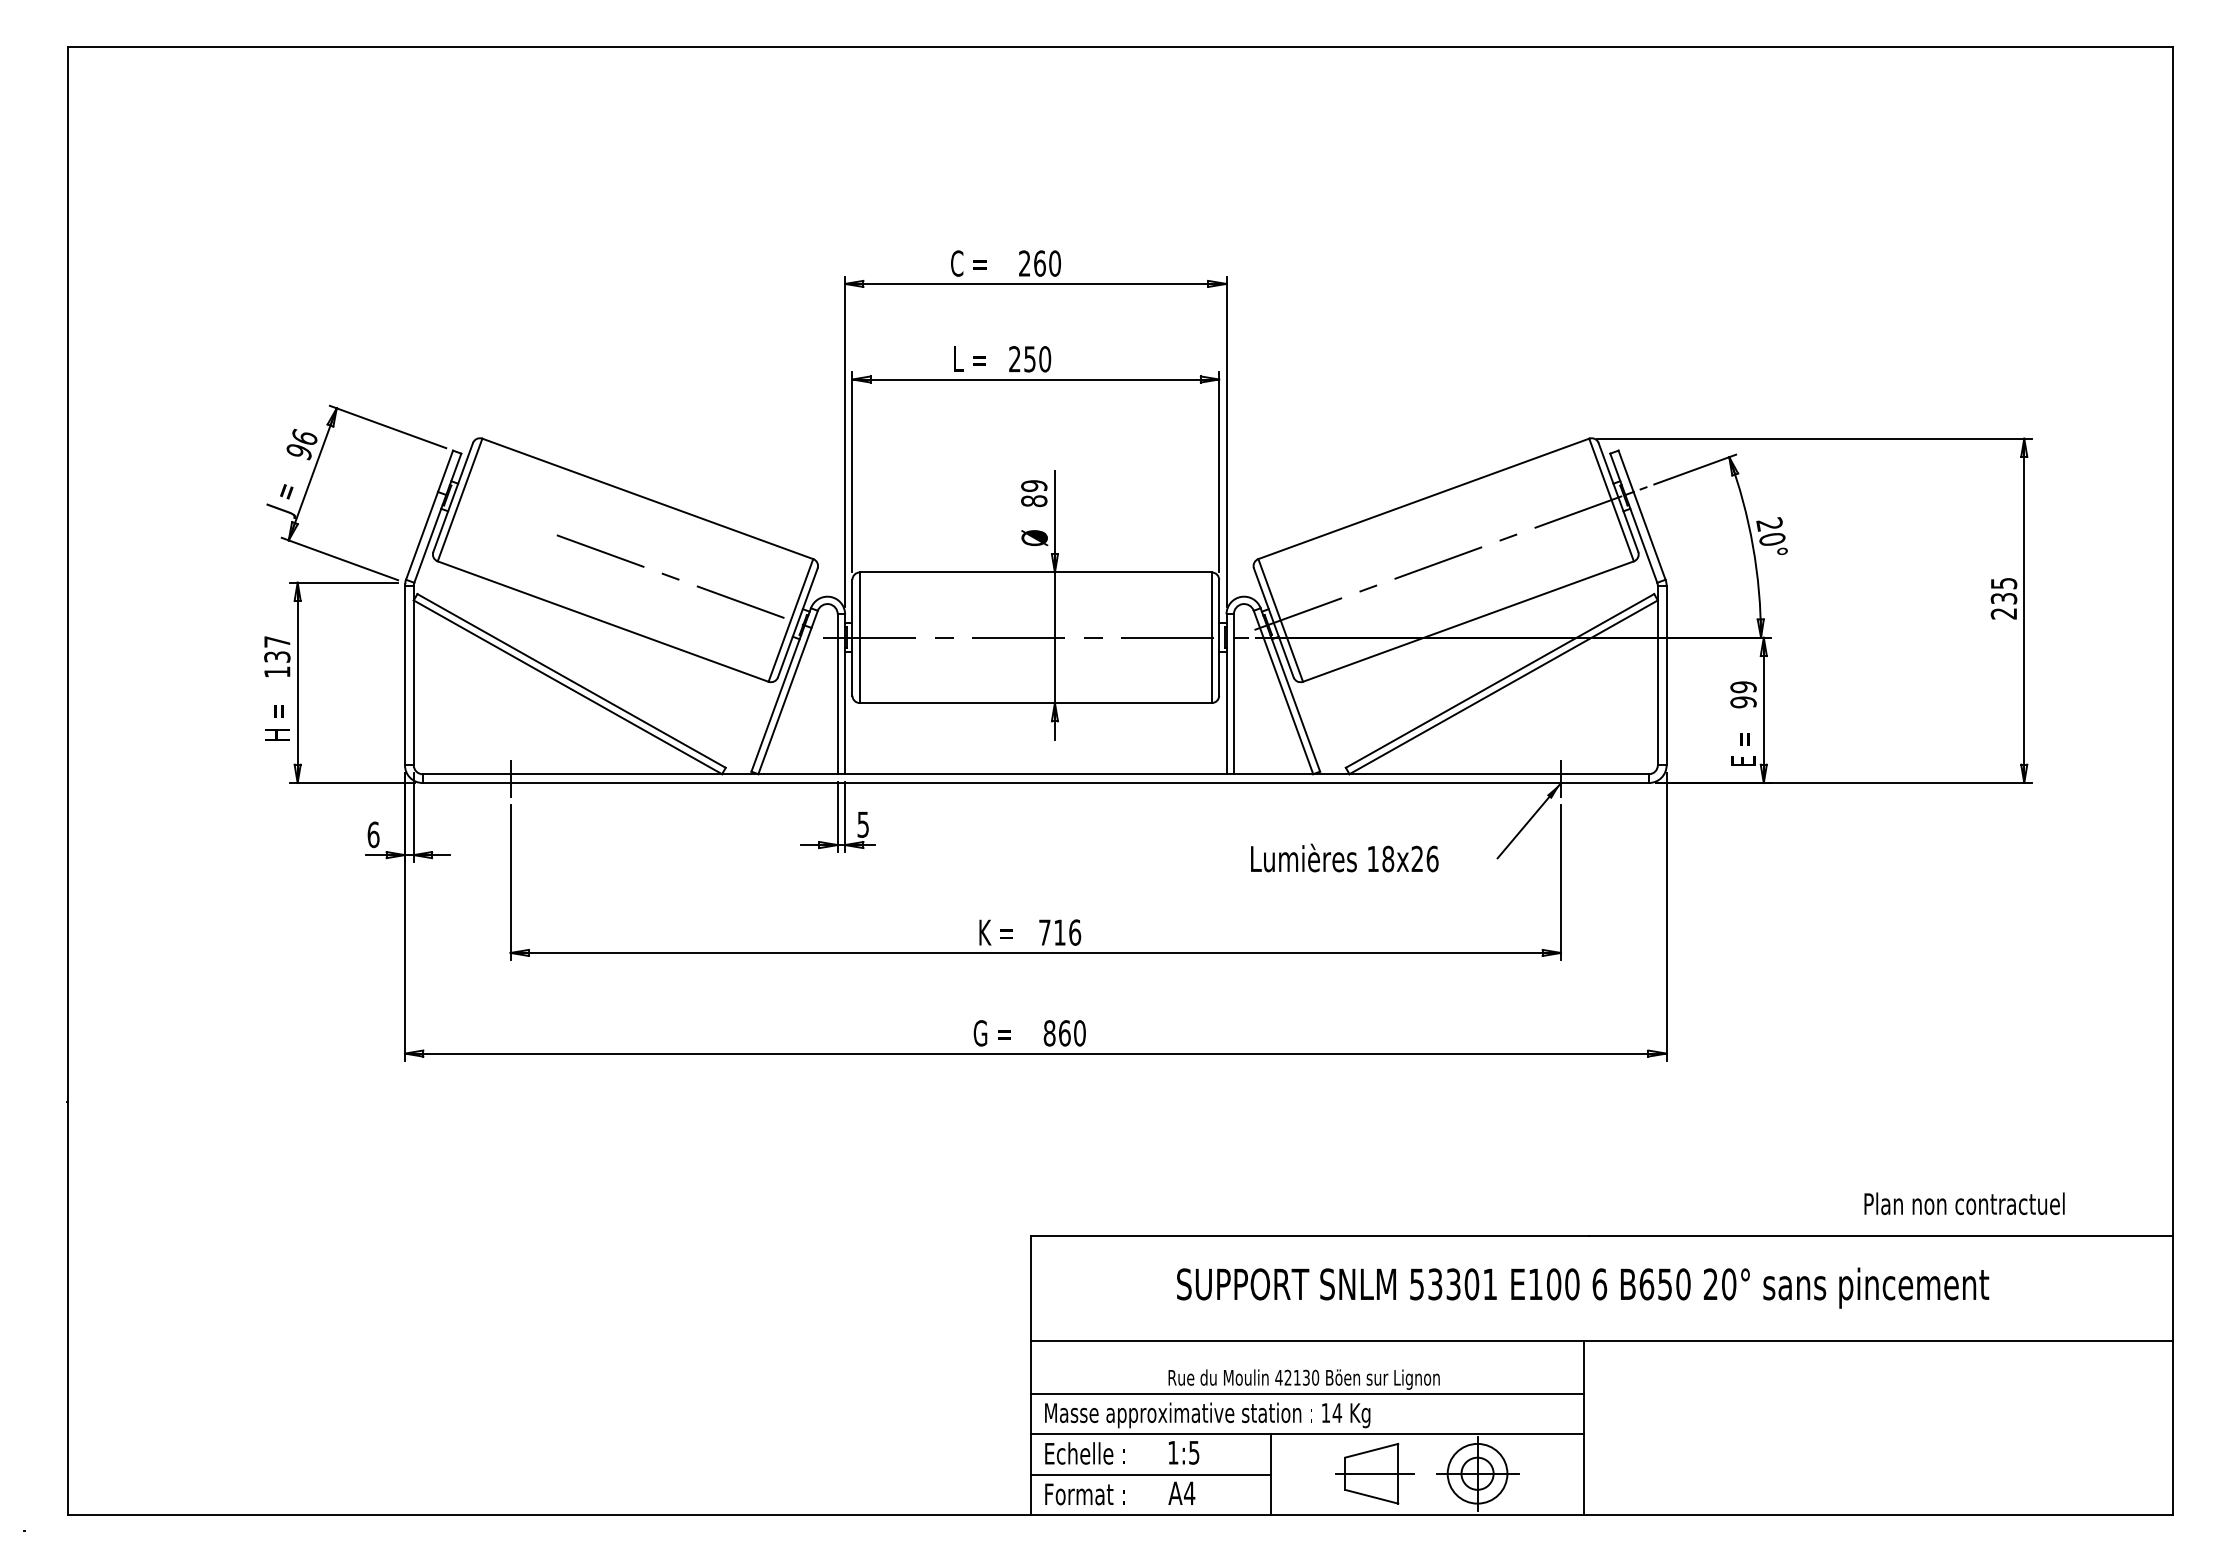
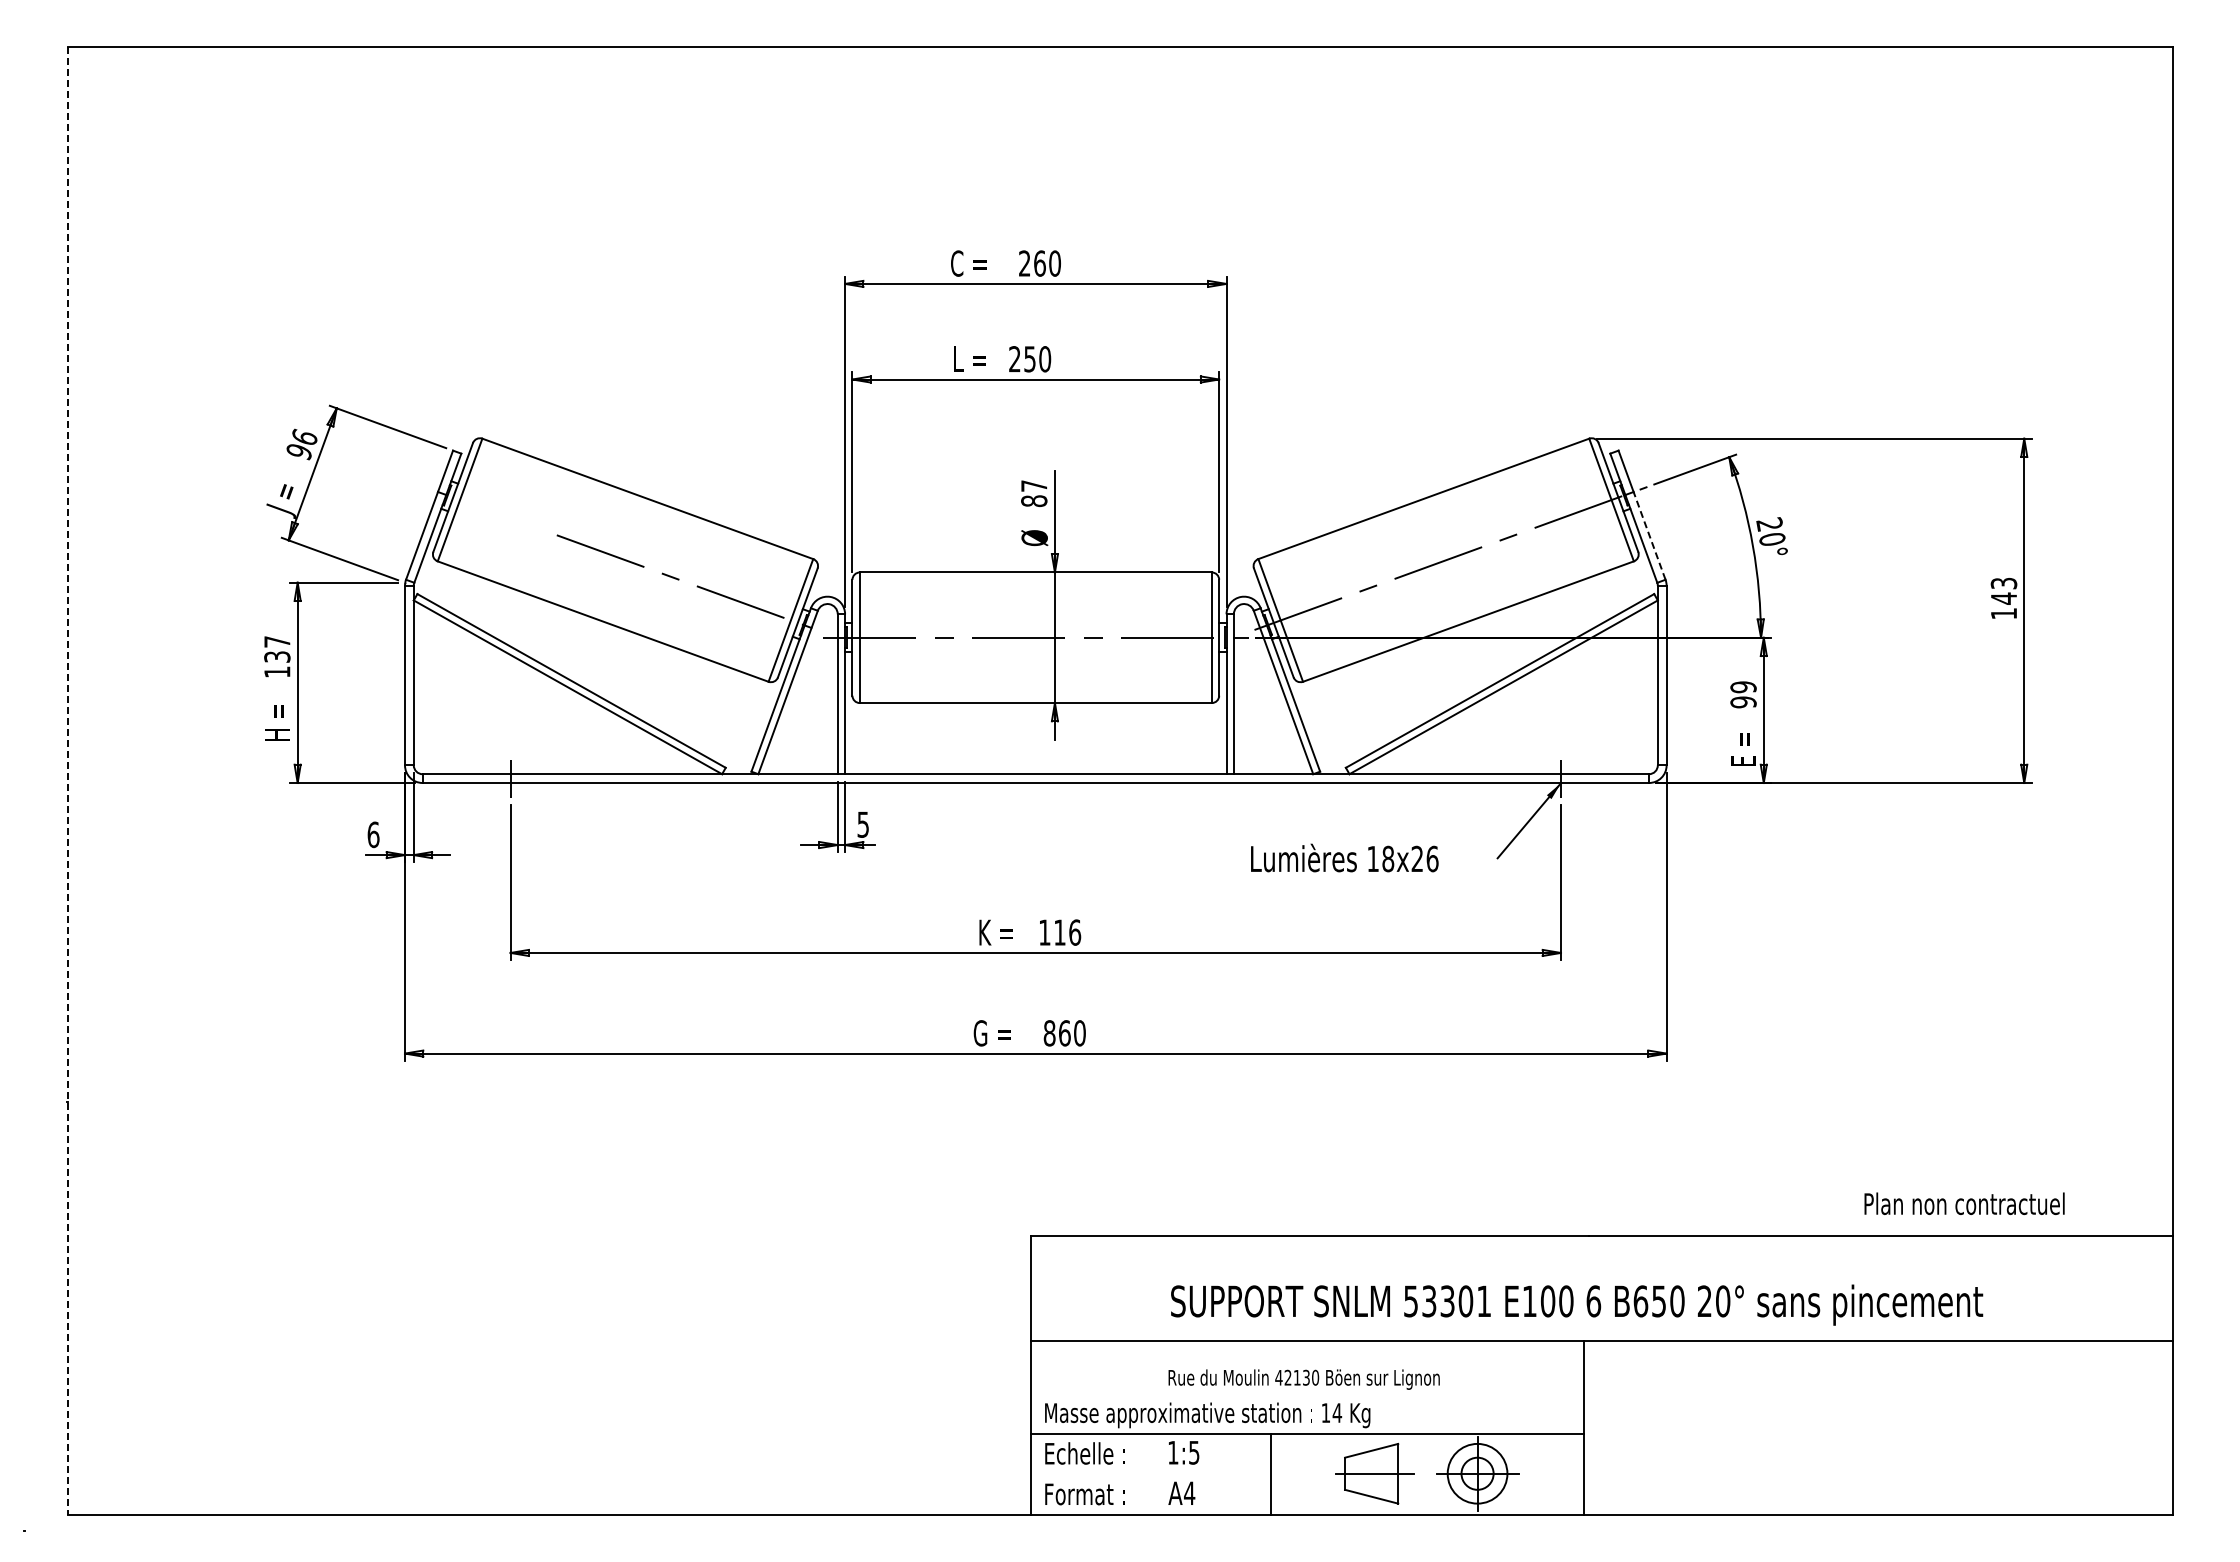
text at (1034, 486): 89 -> 87
line at (1649, 535): solid -> dashed
text at (2003, 598): 235 -> 143
line at (67, 780): solid -> dashed
text at (1044, 932): 716 -> 116
text at (1583, 1287) position: (1583, 1287) -> (1577, 1304)
line at (1307, 1393): present -> none
line at (1150, 1474): present -> none
